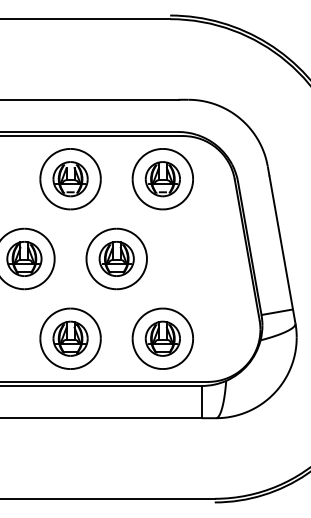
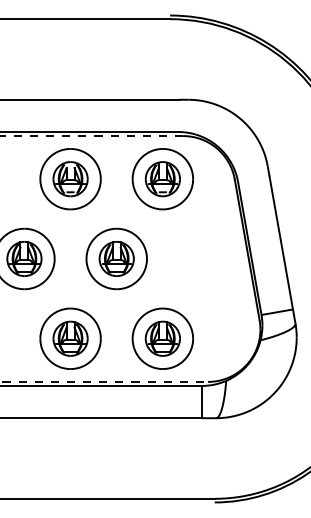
line at (91, 136): solid -> dashed
line at (104, 381): solid -> dashed
